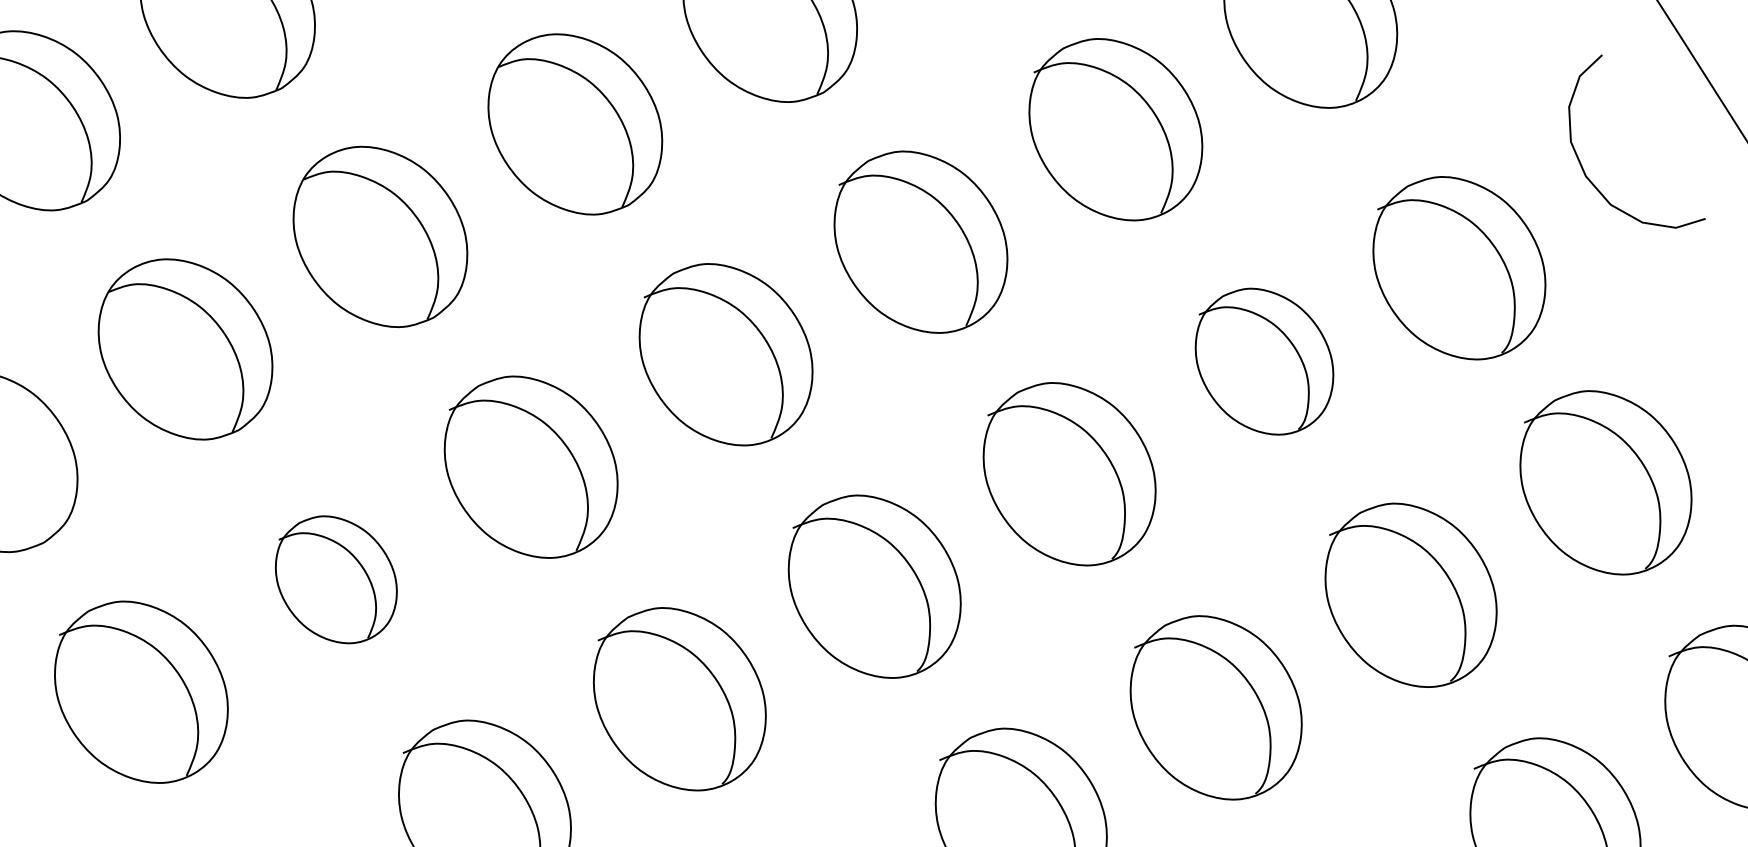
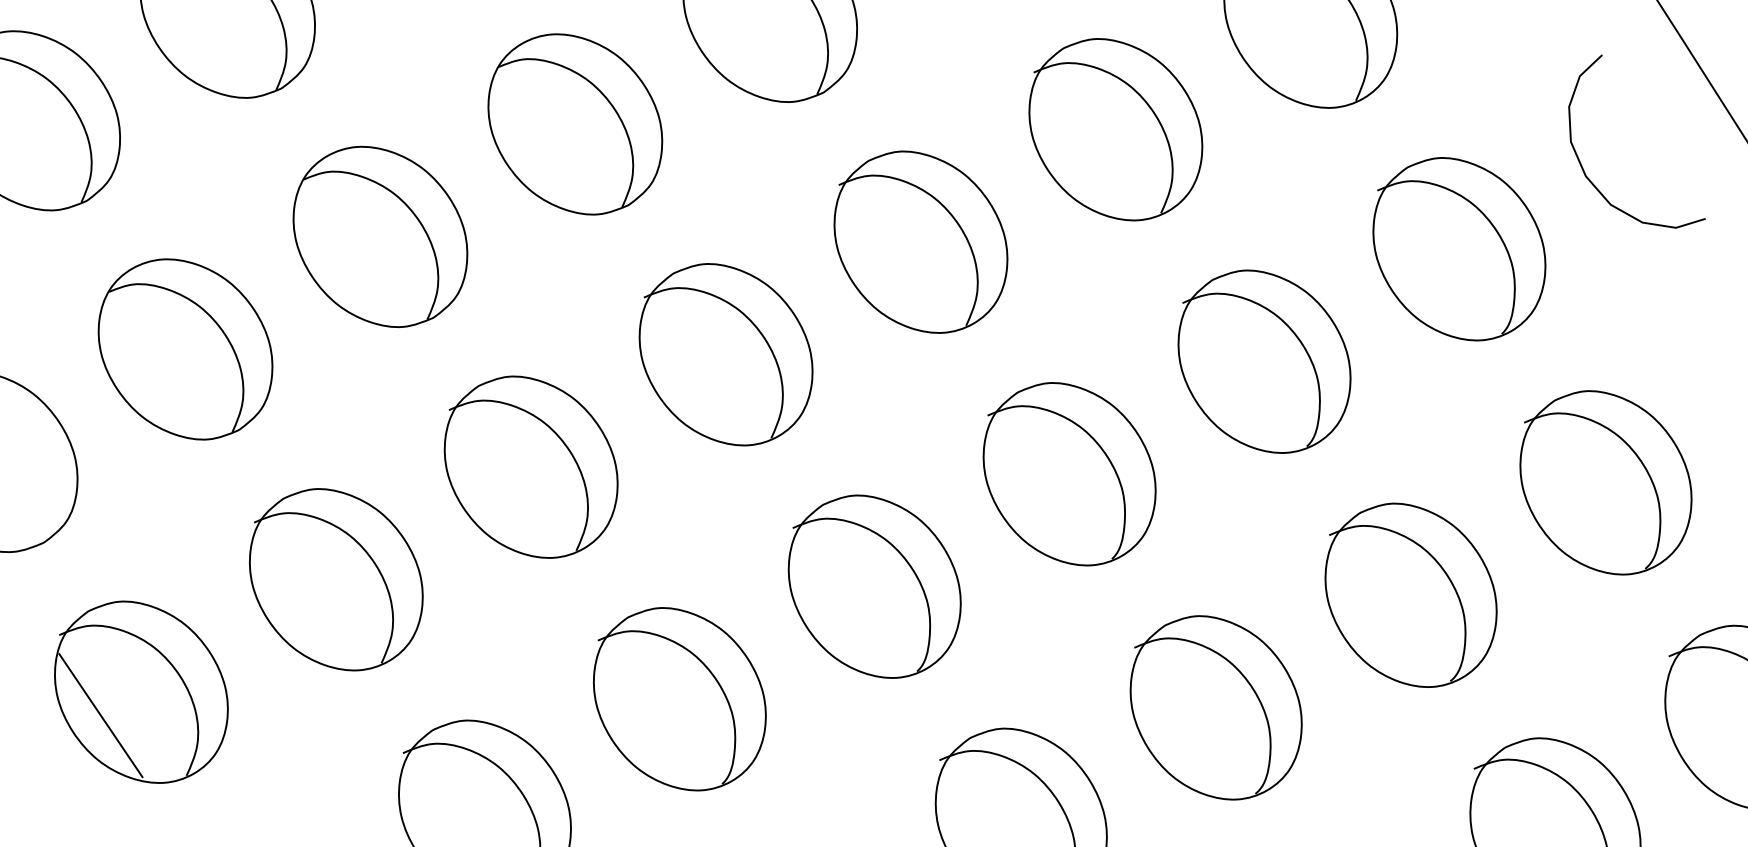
part at (1459, 268) position: (1459, 268) -> (1459, 249)
part at (1264, 361) size: 141x149 px -> 175x185 px
part at (336, 579) size: 123x130 px -> 175x184 px
line at (100, 715): none -> present
